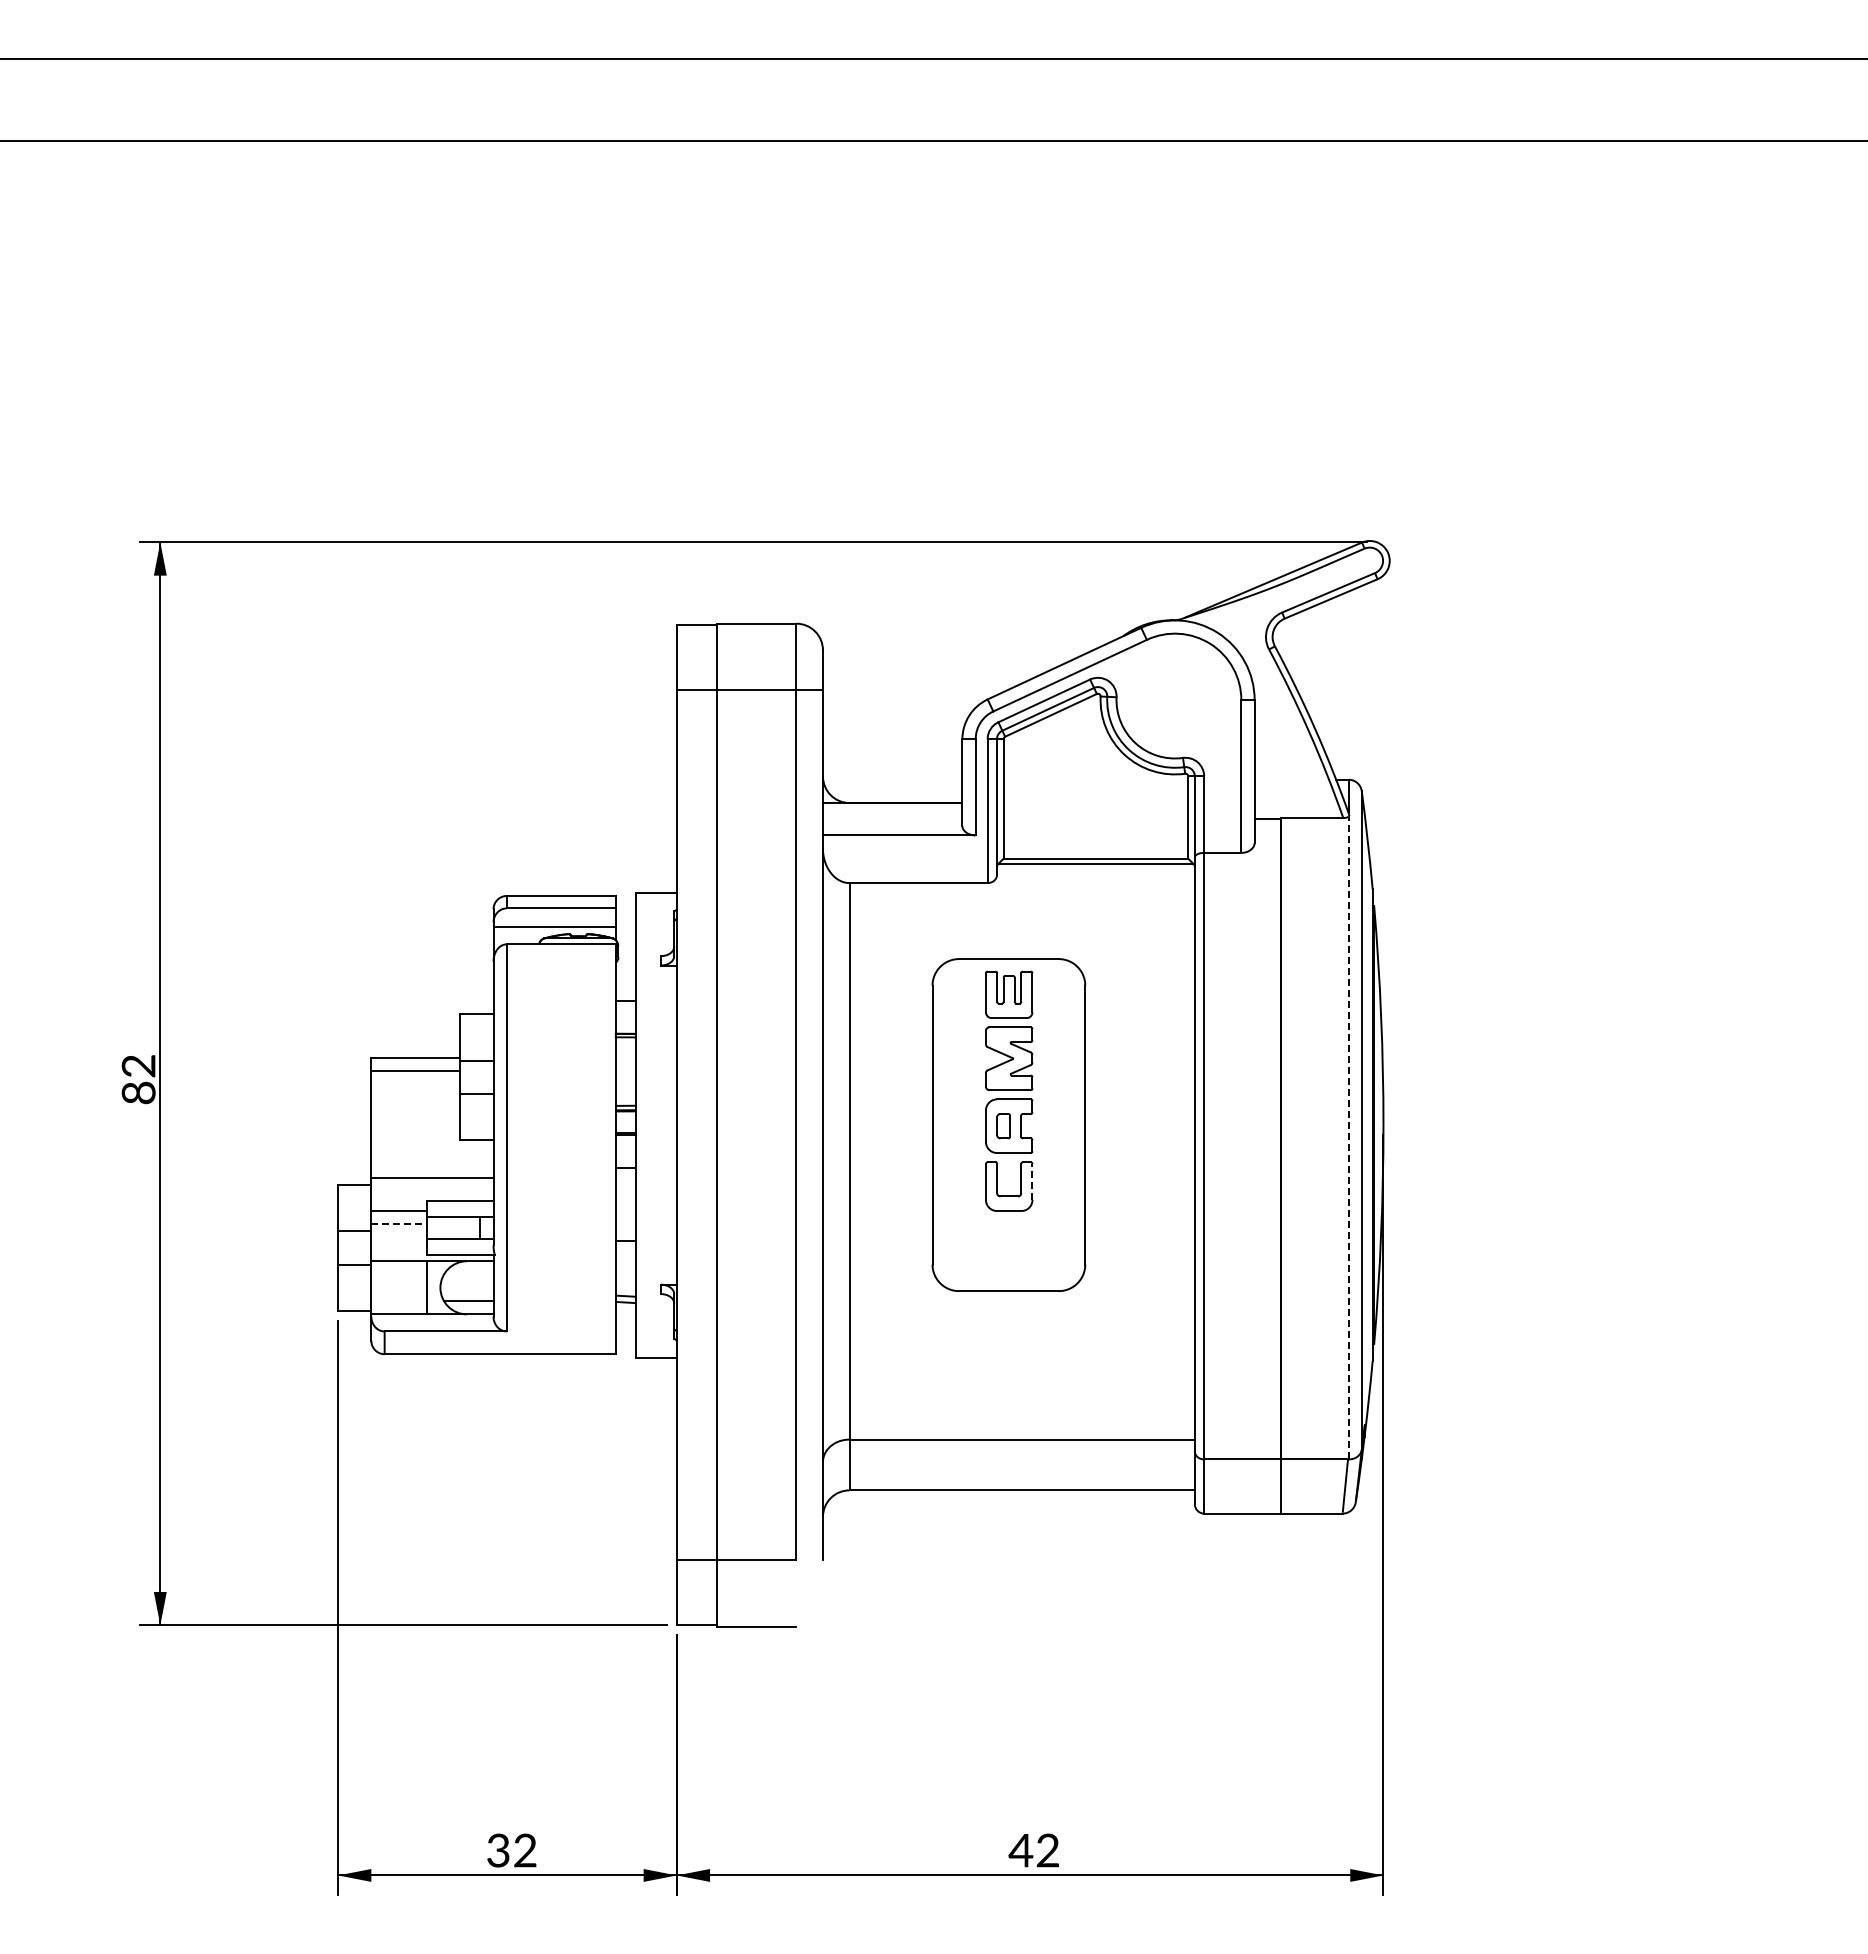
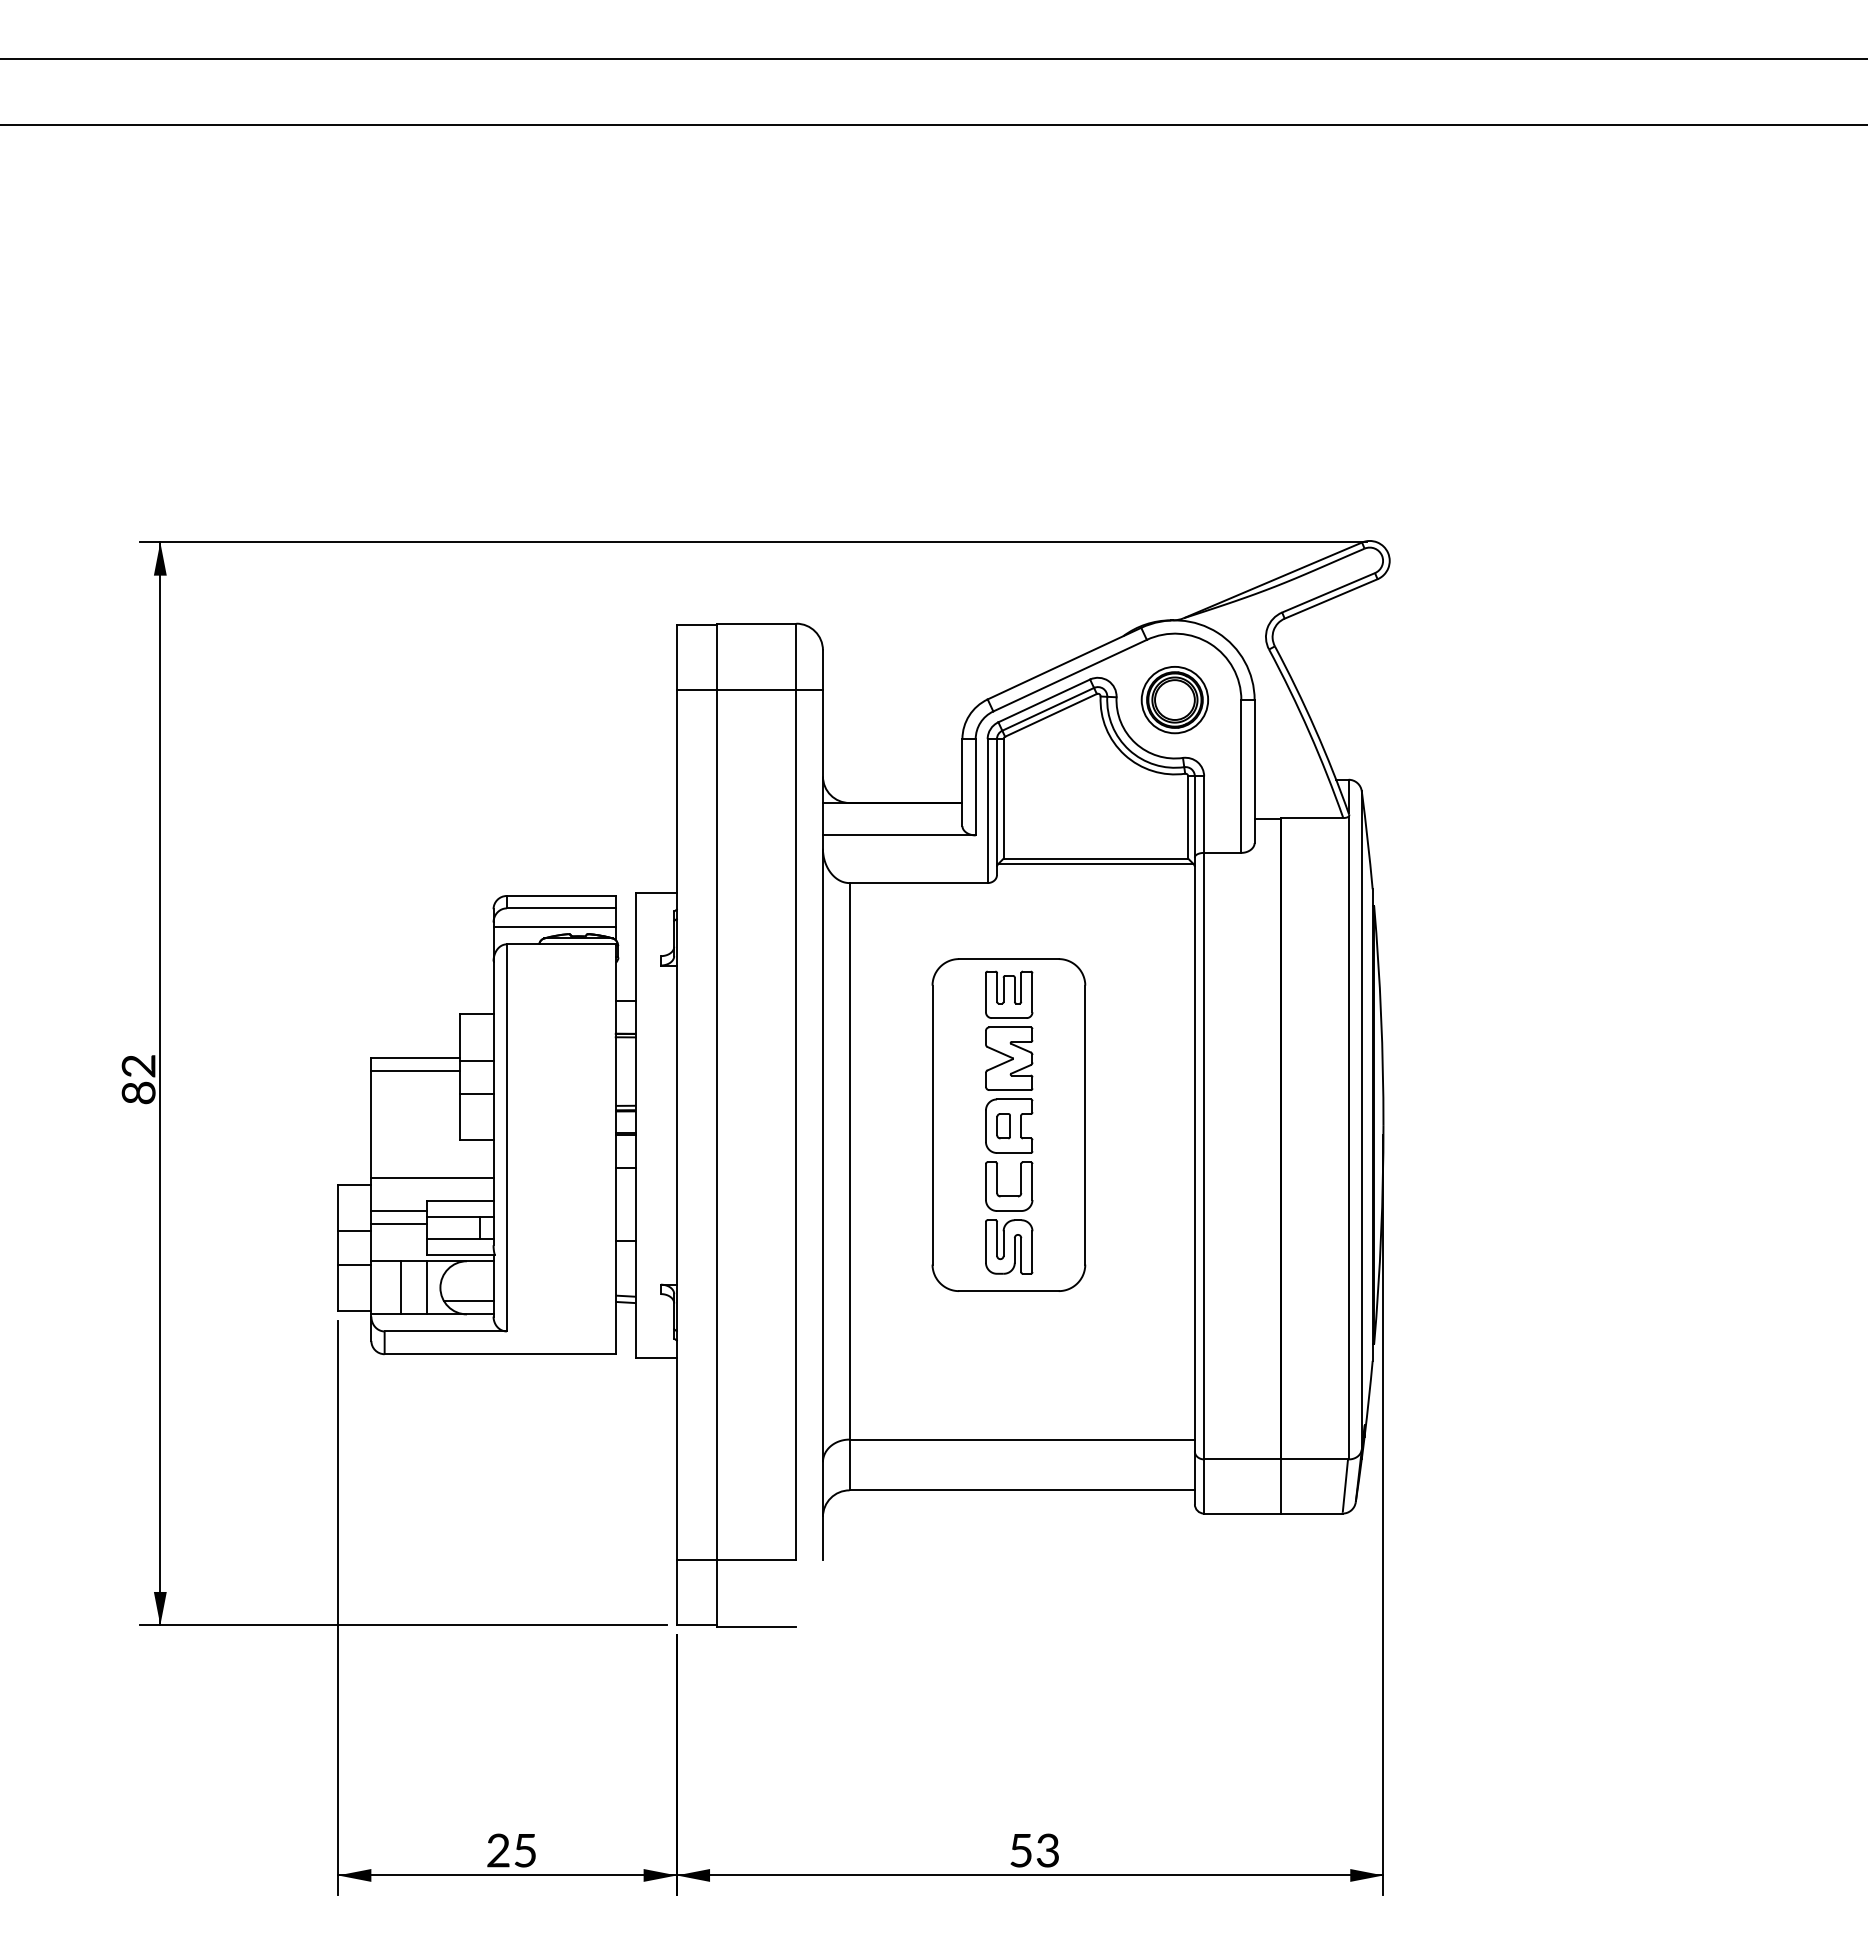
line at (933, 141) position: (933, 141) -> (933, 125)
part at (1174, 700): none -> present
line at (1348, 1137): dashed -> solid
line at (1032, 1181): dashed -> solid
line at (399, 1223): dashed -> solid
part at (1009, 1246): none -> present
line at (400, 1287): none -> present
text at (511, 1850): 32 -> 25
text at (1033, 1850): 42 -> 53
